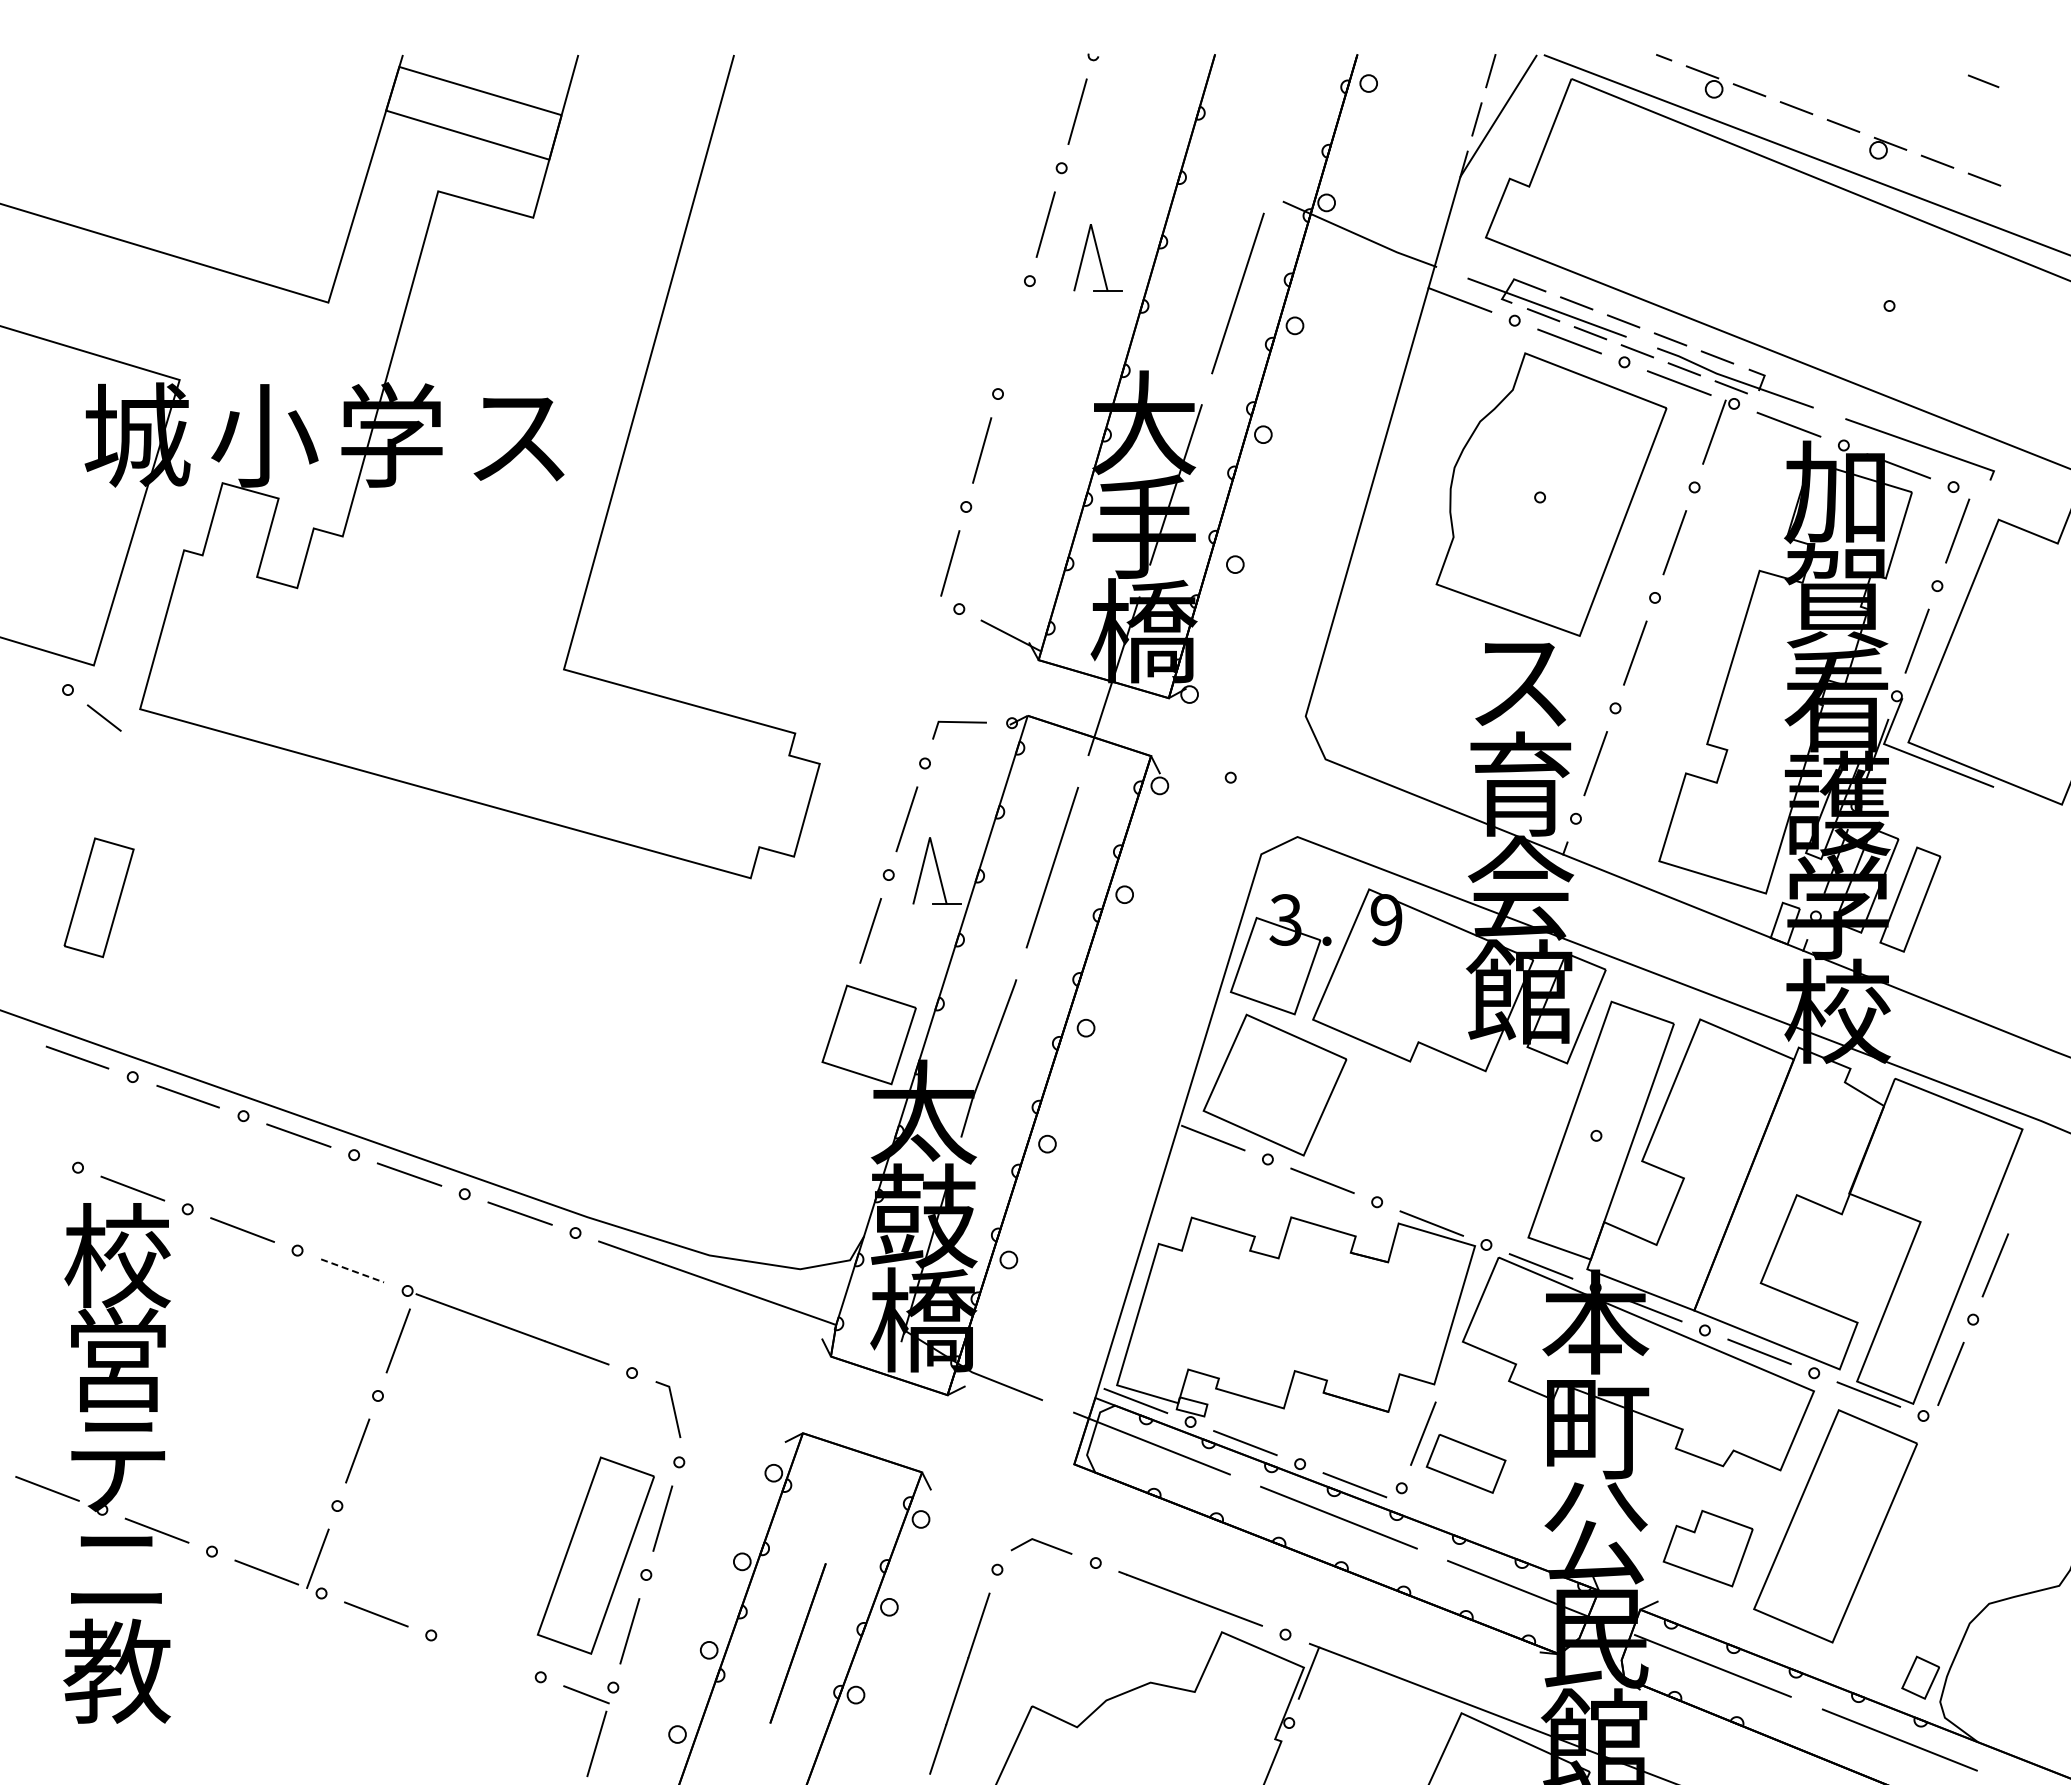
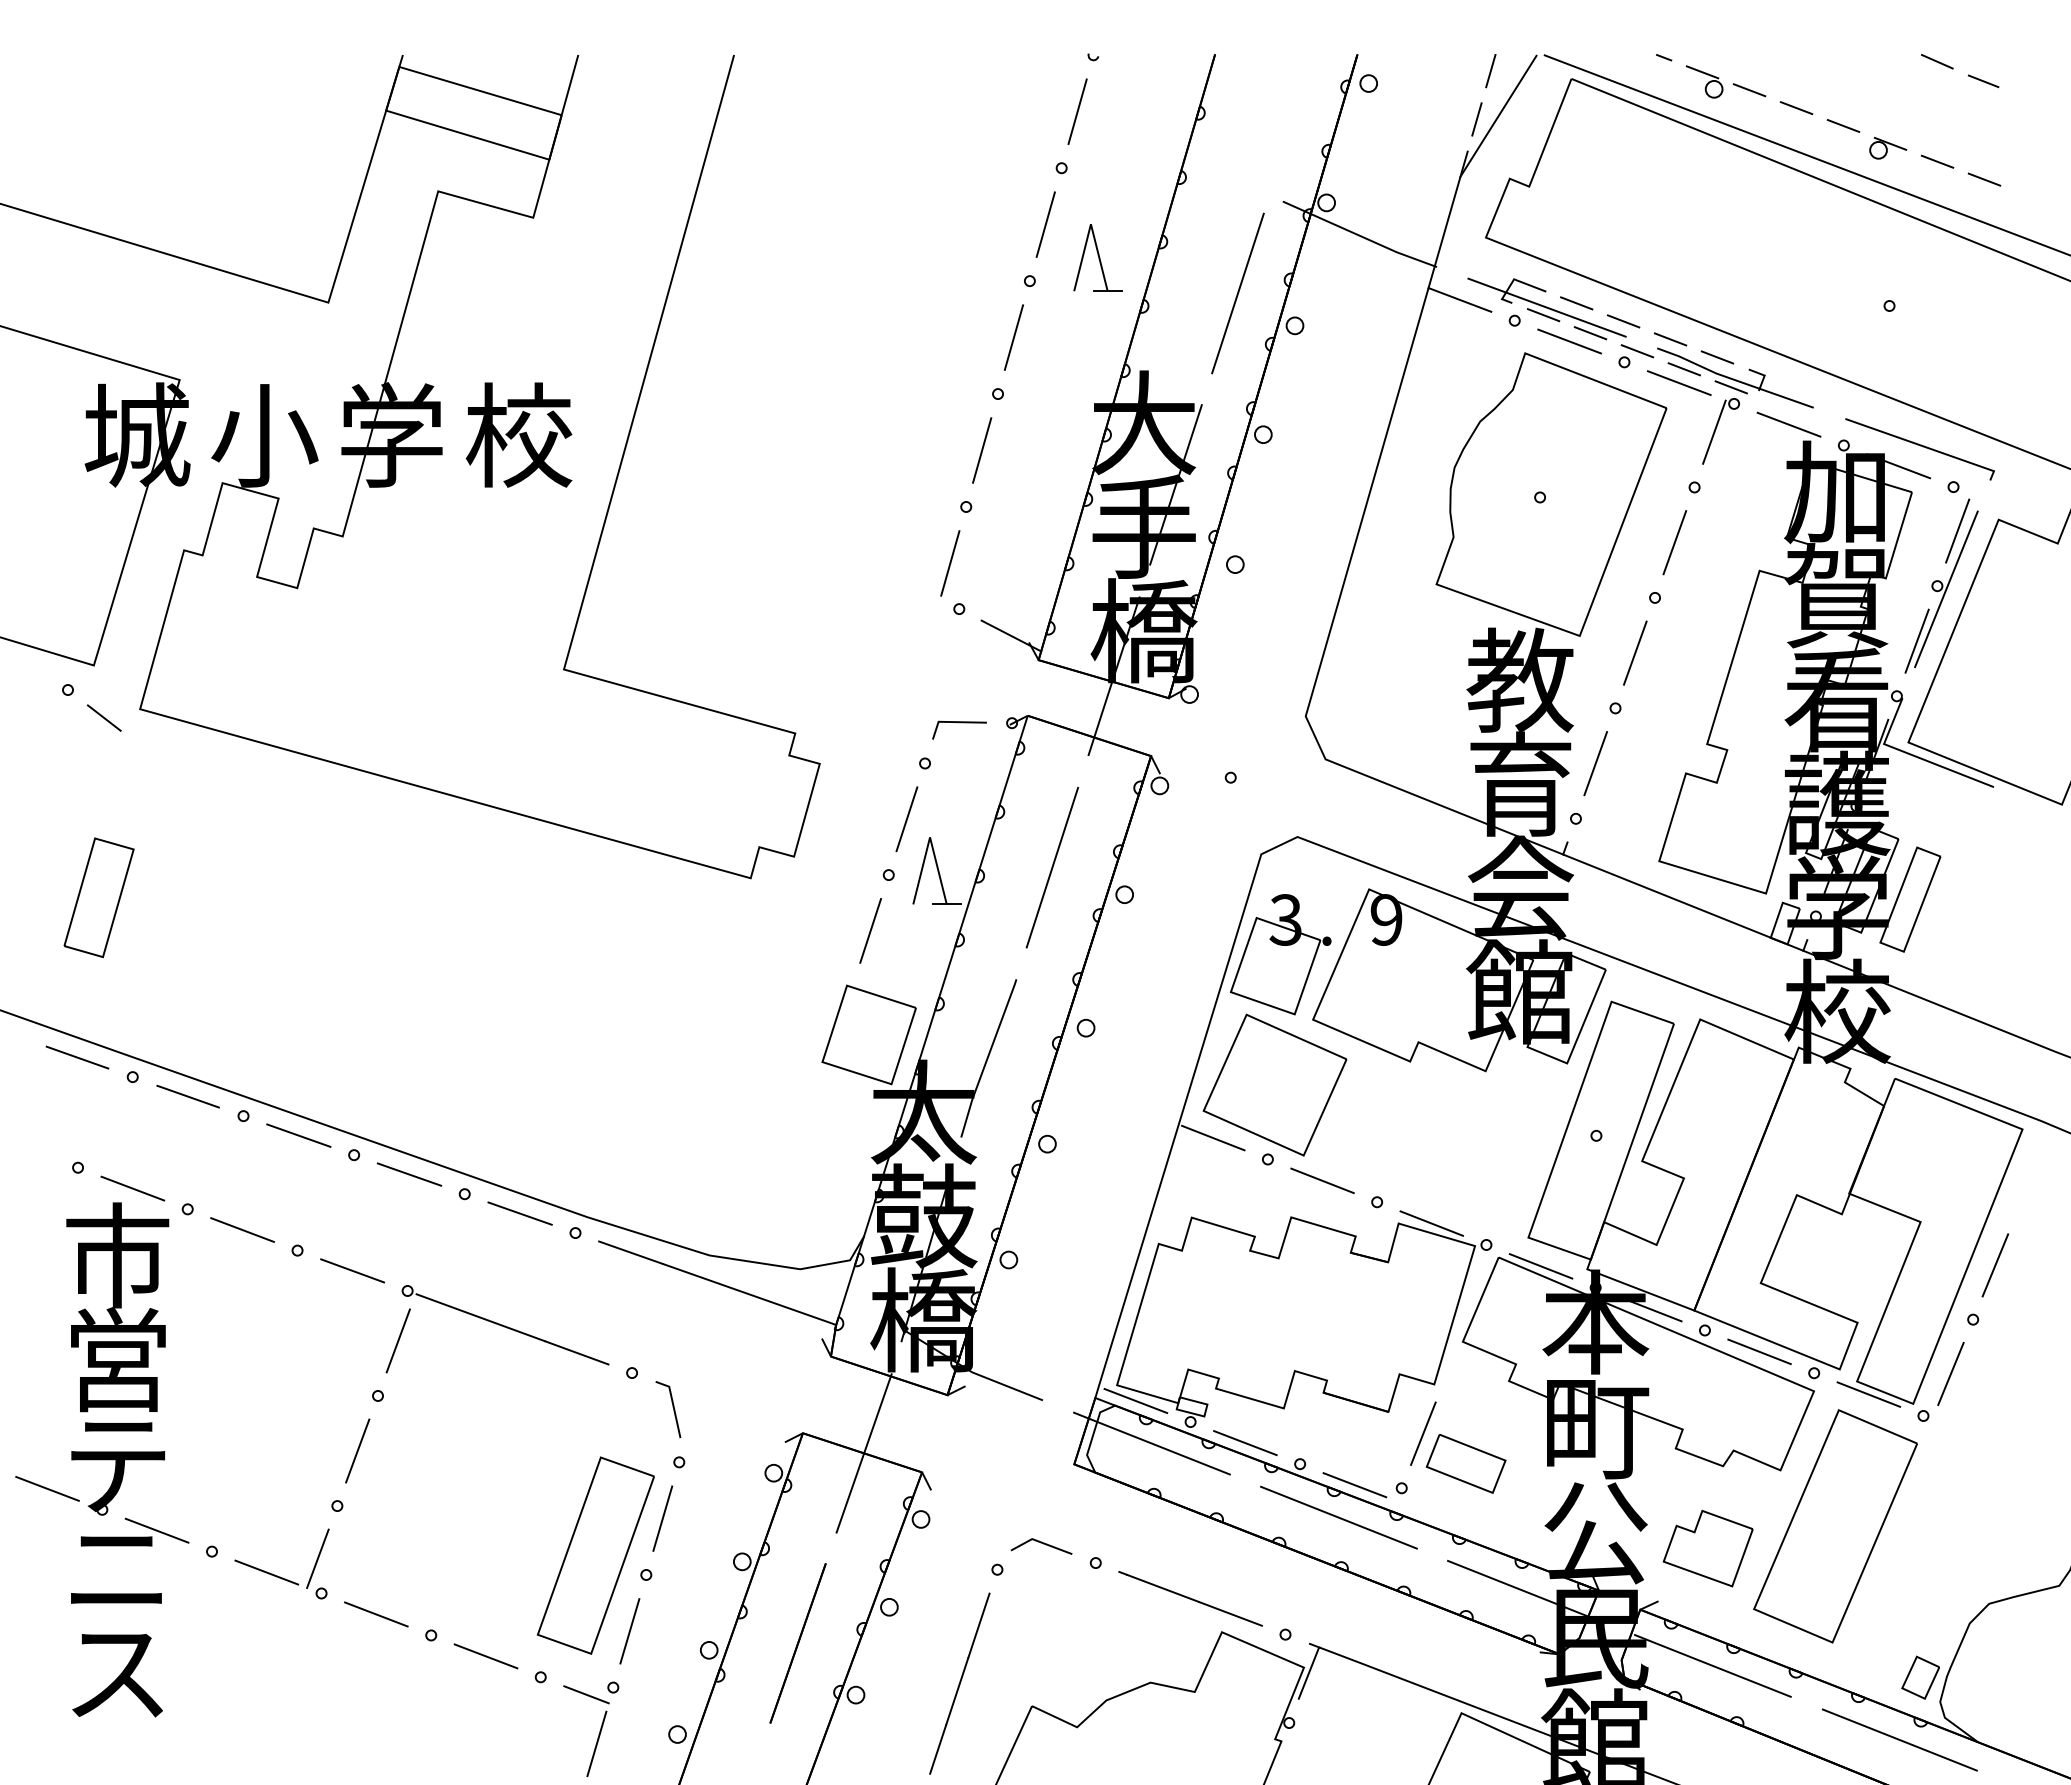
line at (1937, 61): none -> present
line at (1013, 337): none -> present
text at (518, 434): ス -> 校
line at (1946, 589): none -> present
text at (1519, 679): ス -> 教
text at (117, 1255): 校 -> 市
line at (353, 1271): dashed -> solid
line at (863, 1453): none -> present
line at (485, 1656): none -> present
text at (116, 1670): 教 -> ス
